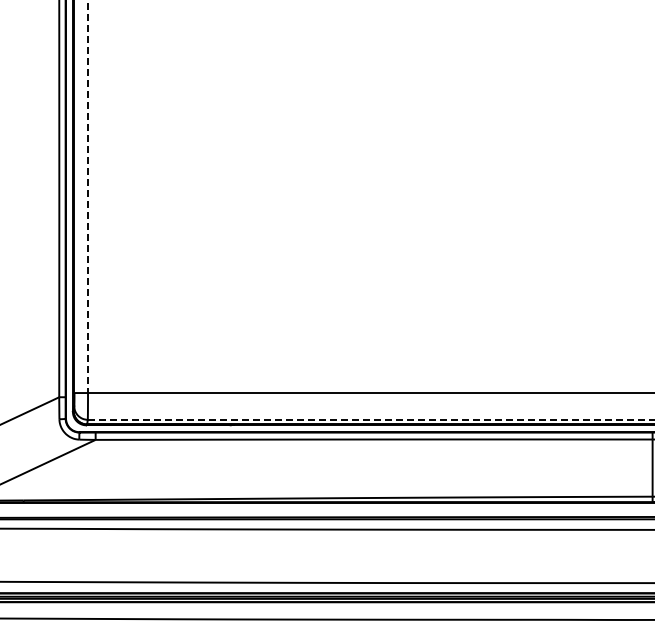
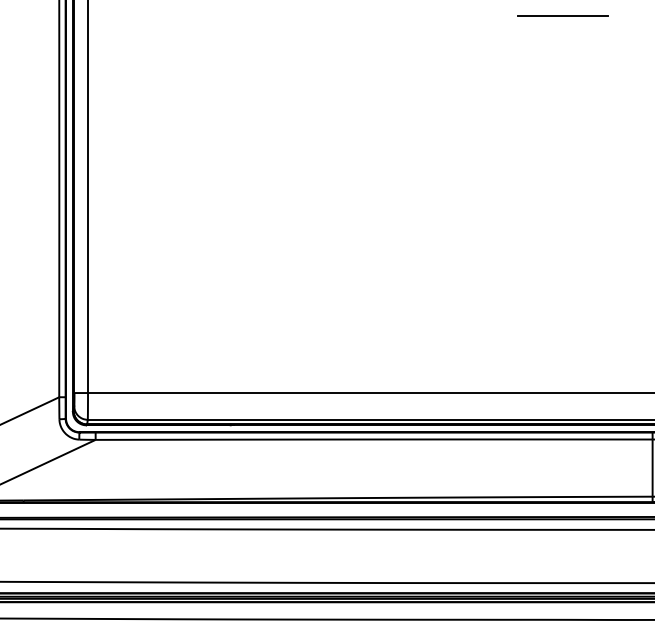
line at (562, 16): none -> present
line at (88, 197): dashed -> solid
line at (371, 419): dashed -> solid
